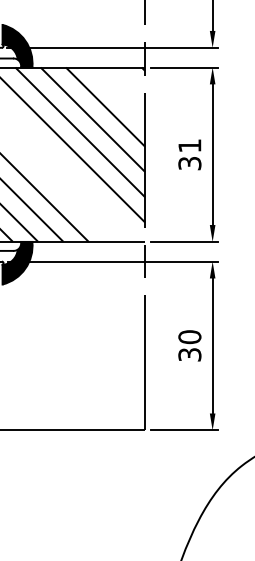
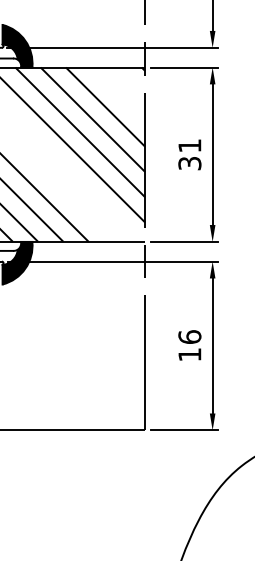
text at (189, 345): 30 -> 16
